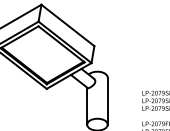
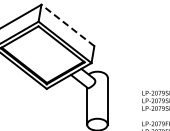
line at (67, 25): solid -> dashed
